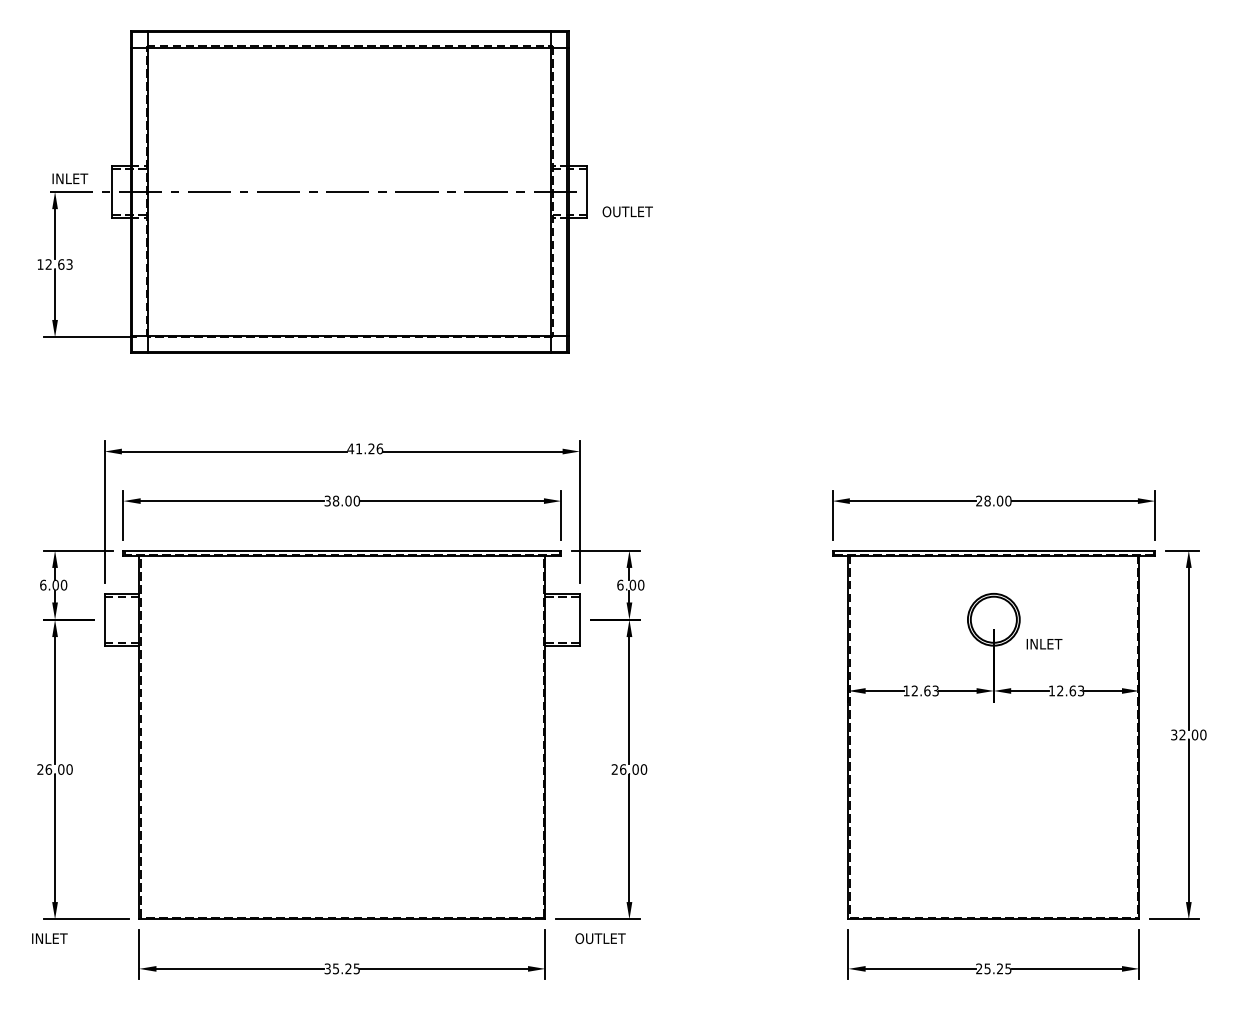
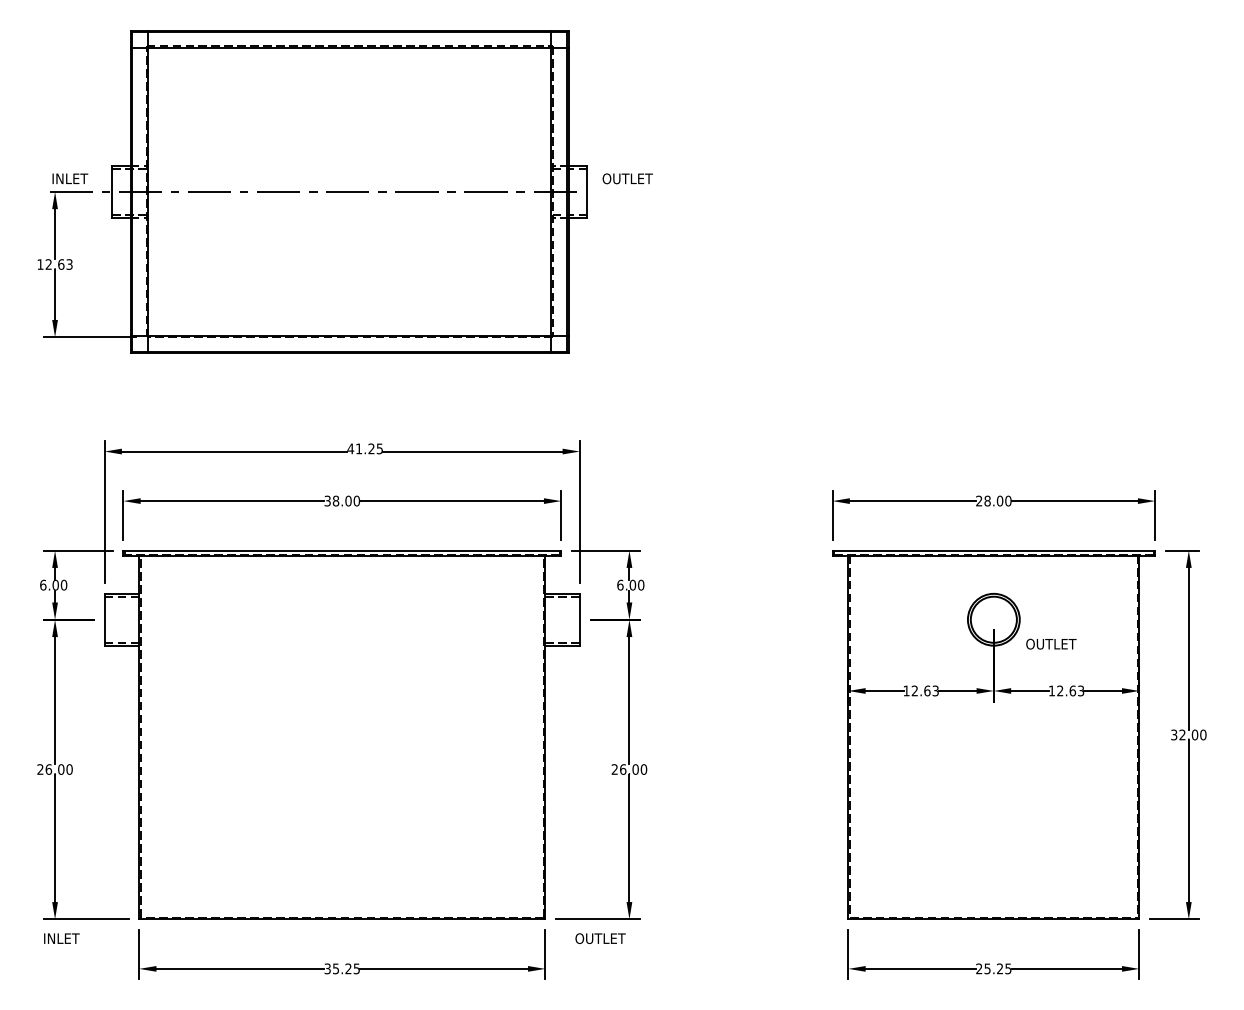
text at (627, 211) position: (627, 211) -> (627, 178)
text at (379, 448): 41.26 -> 41.25
text at (1051, 643): INLET -> OUTLET
text at (49, 938) position: (49, 938) -> (61, 938)
